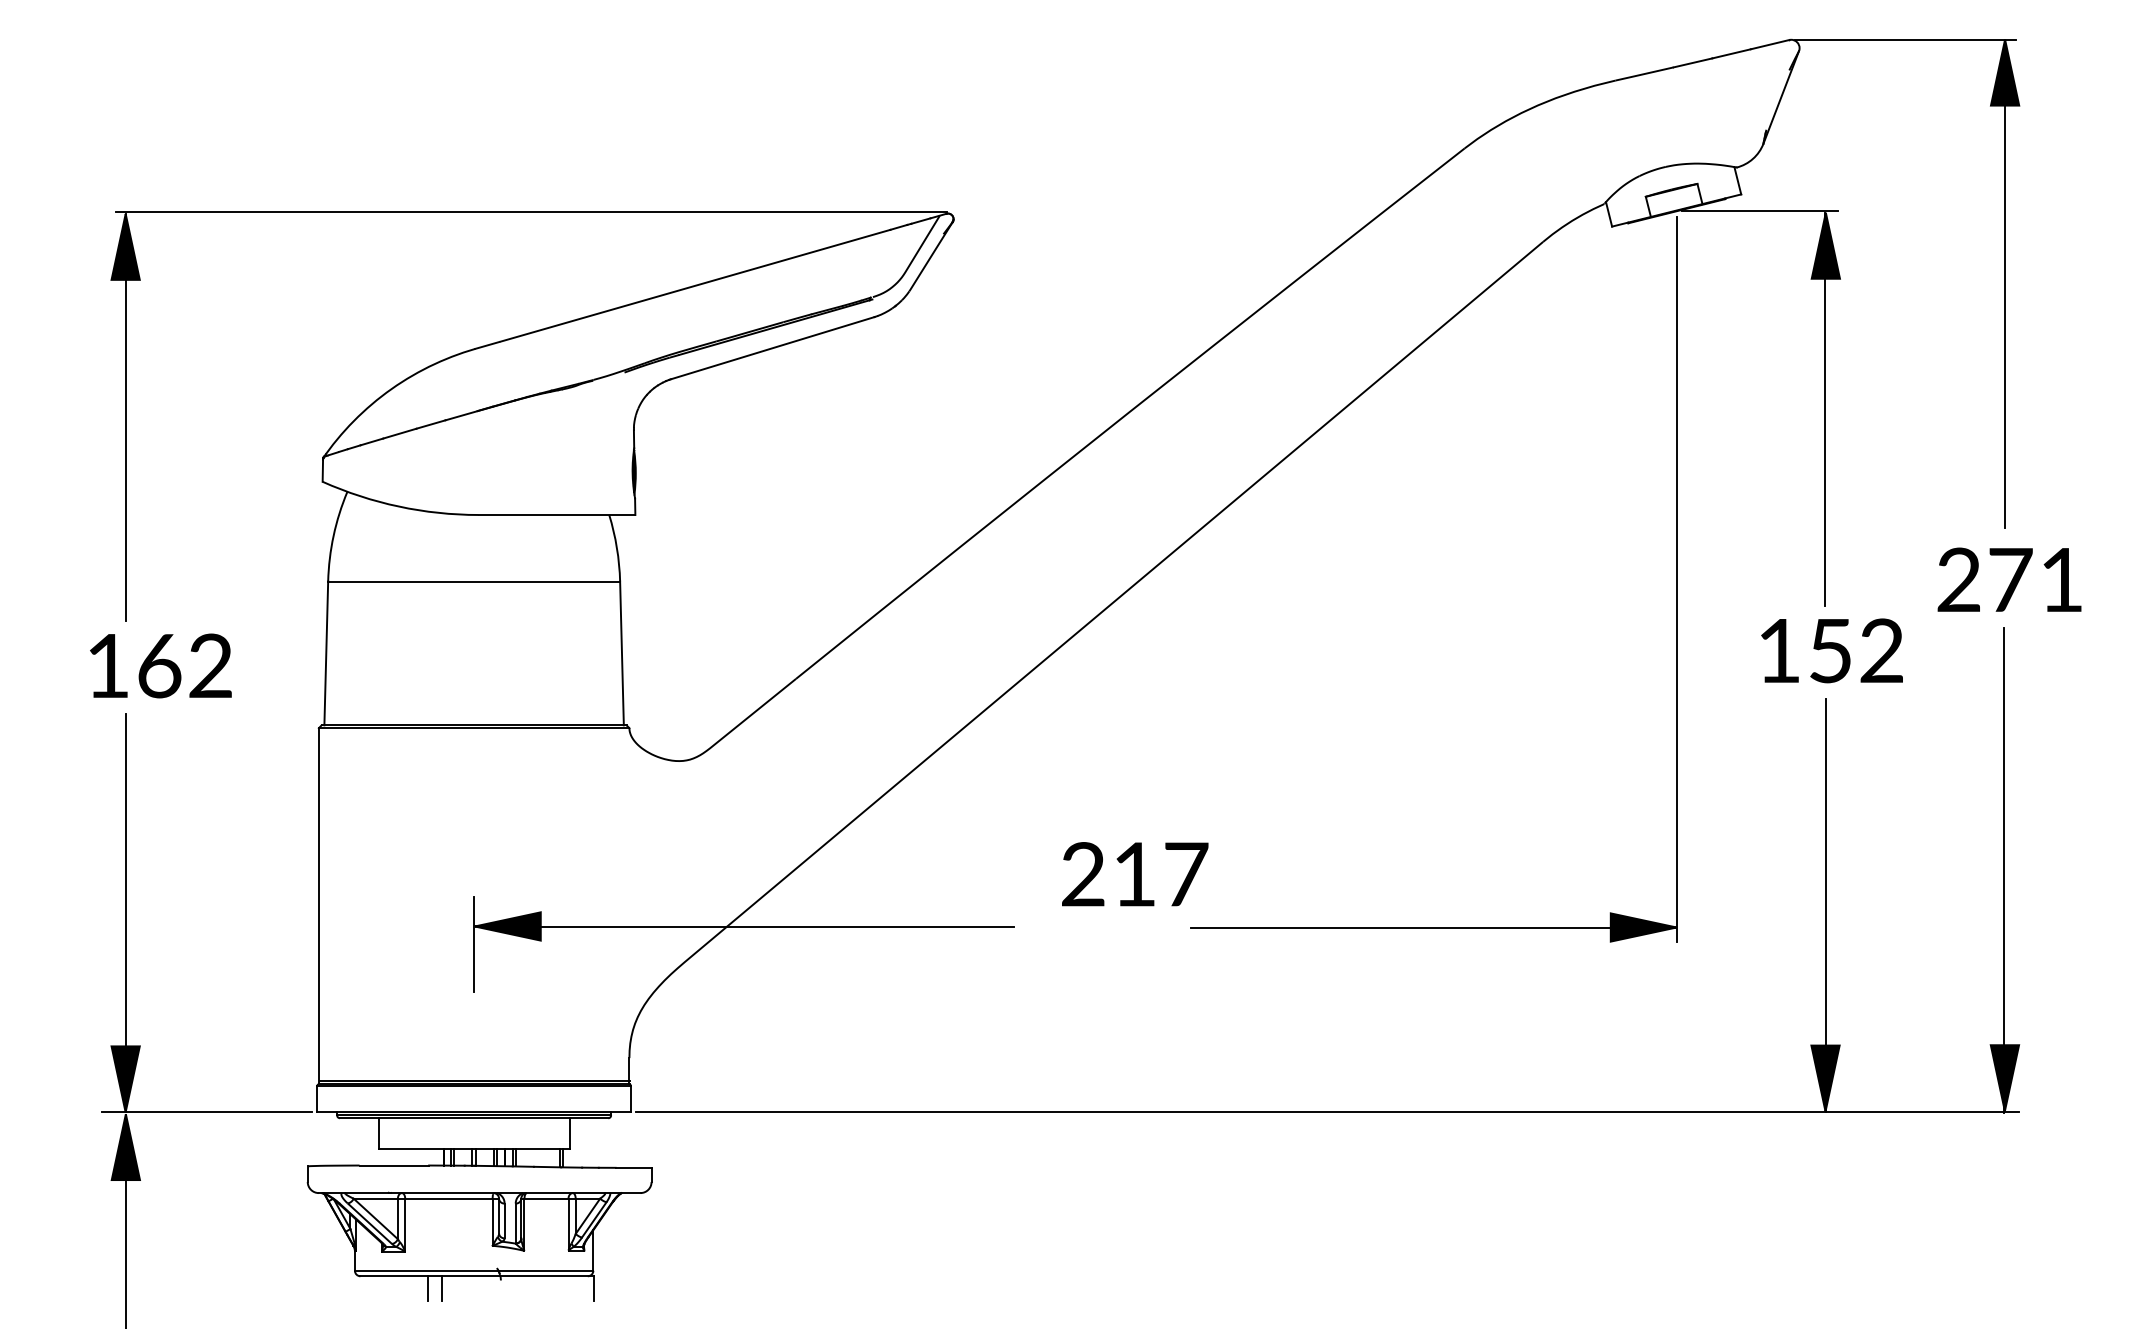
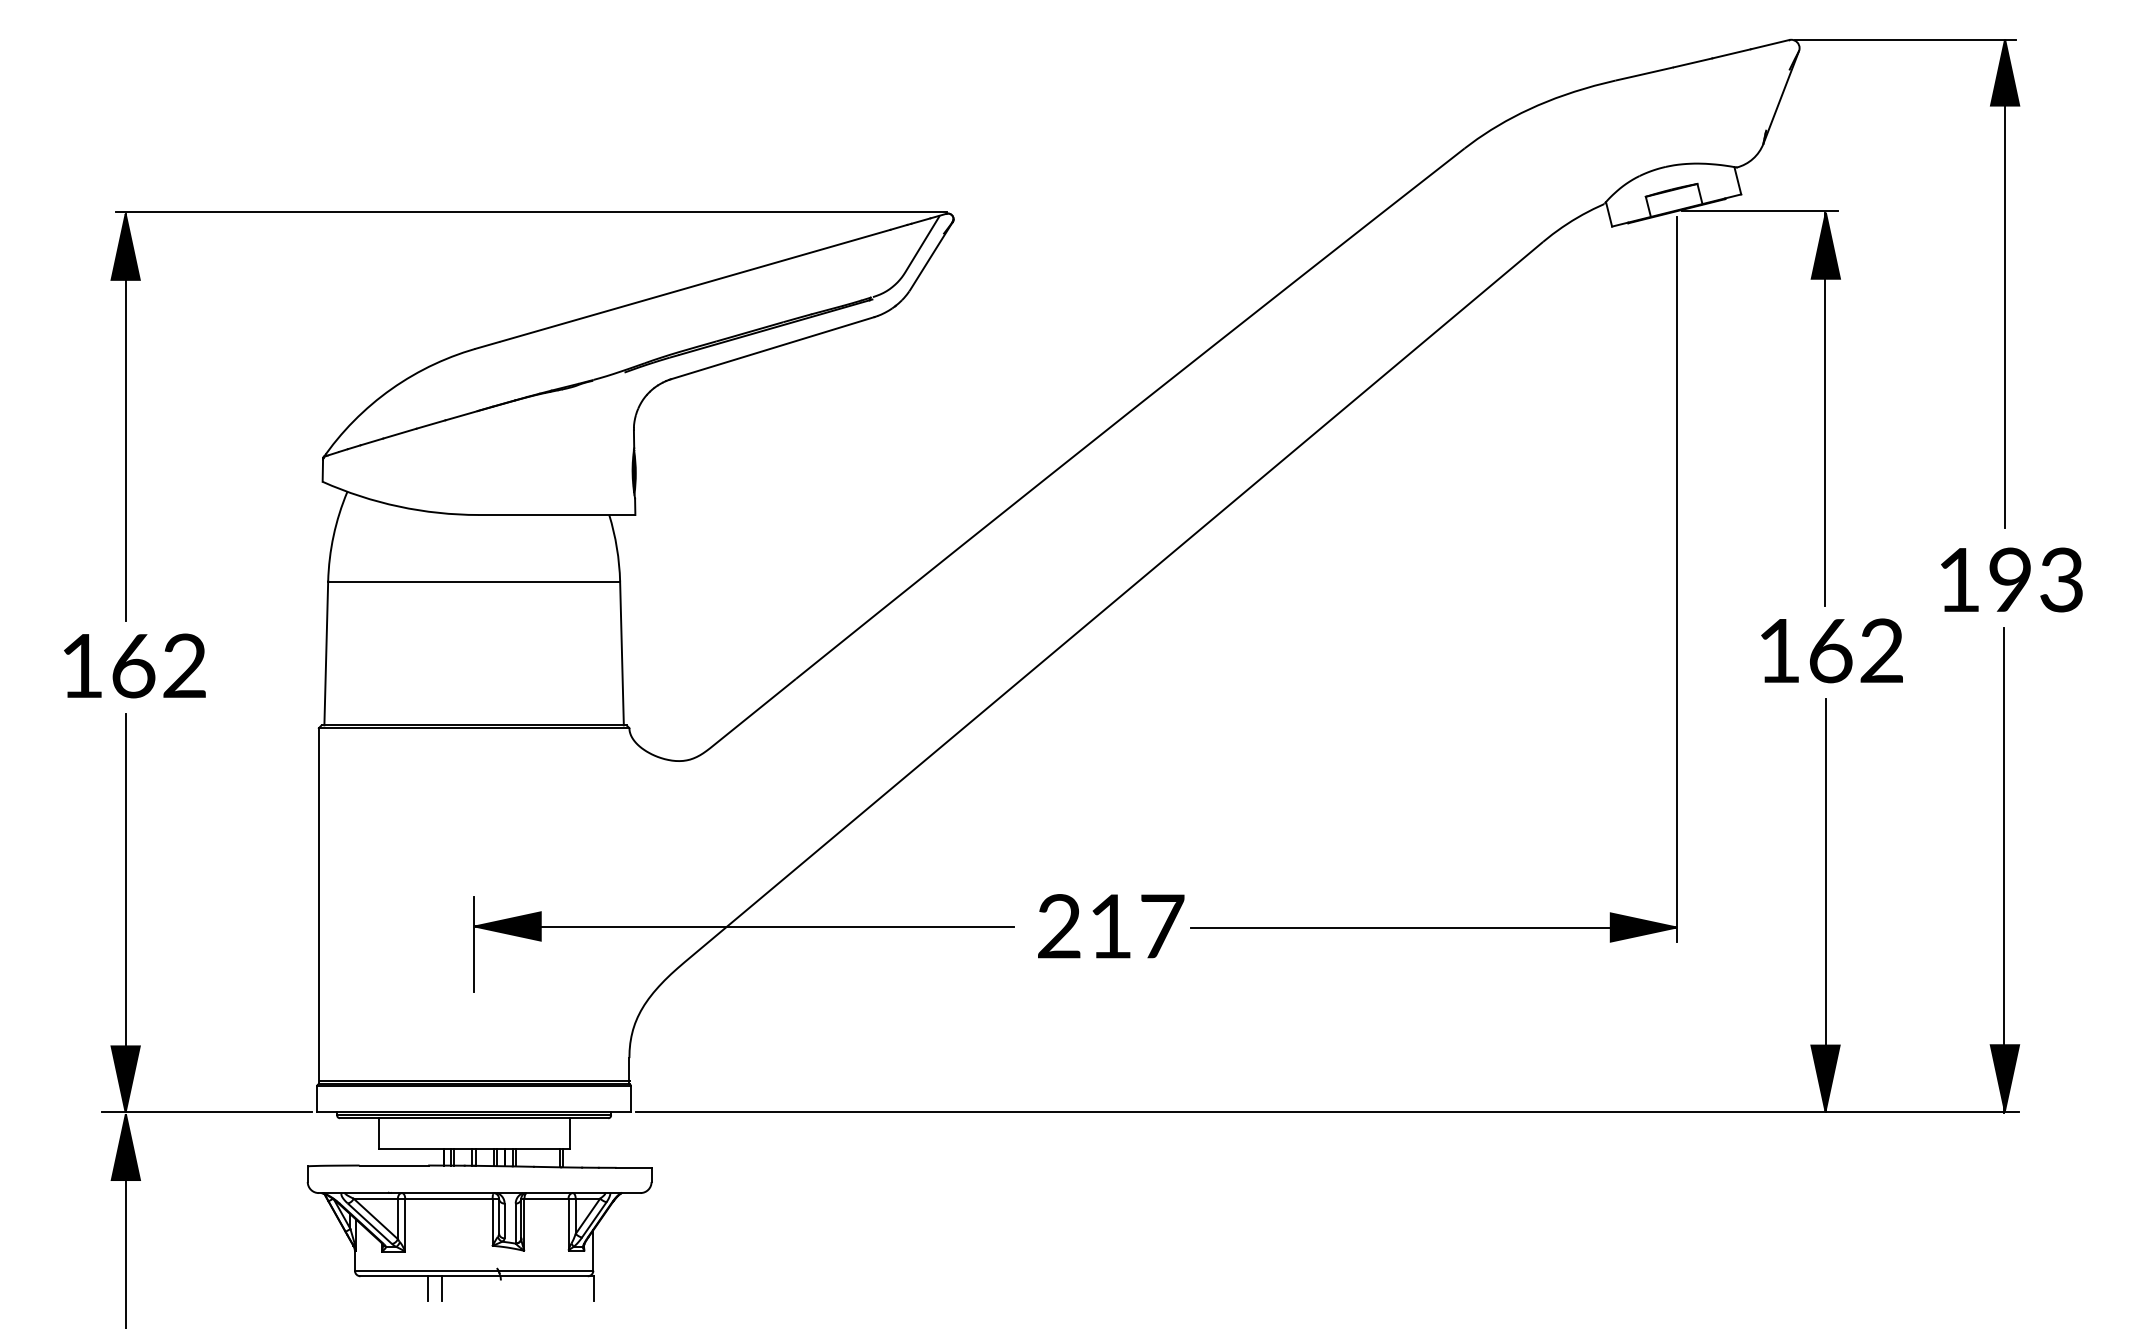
text at (2009, 579): 271 -> 193
text at (1830, 651): 152 -> 162
text at (160, 665) position: (160, 665) -> (134, 665)
text at (1135, 874) position: (1135, 874) -> (1111, 926)
